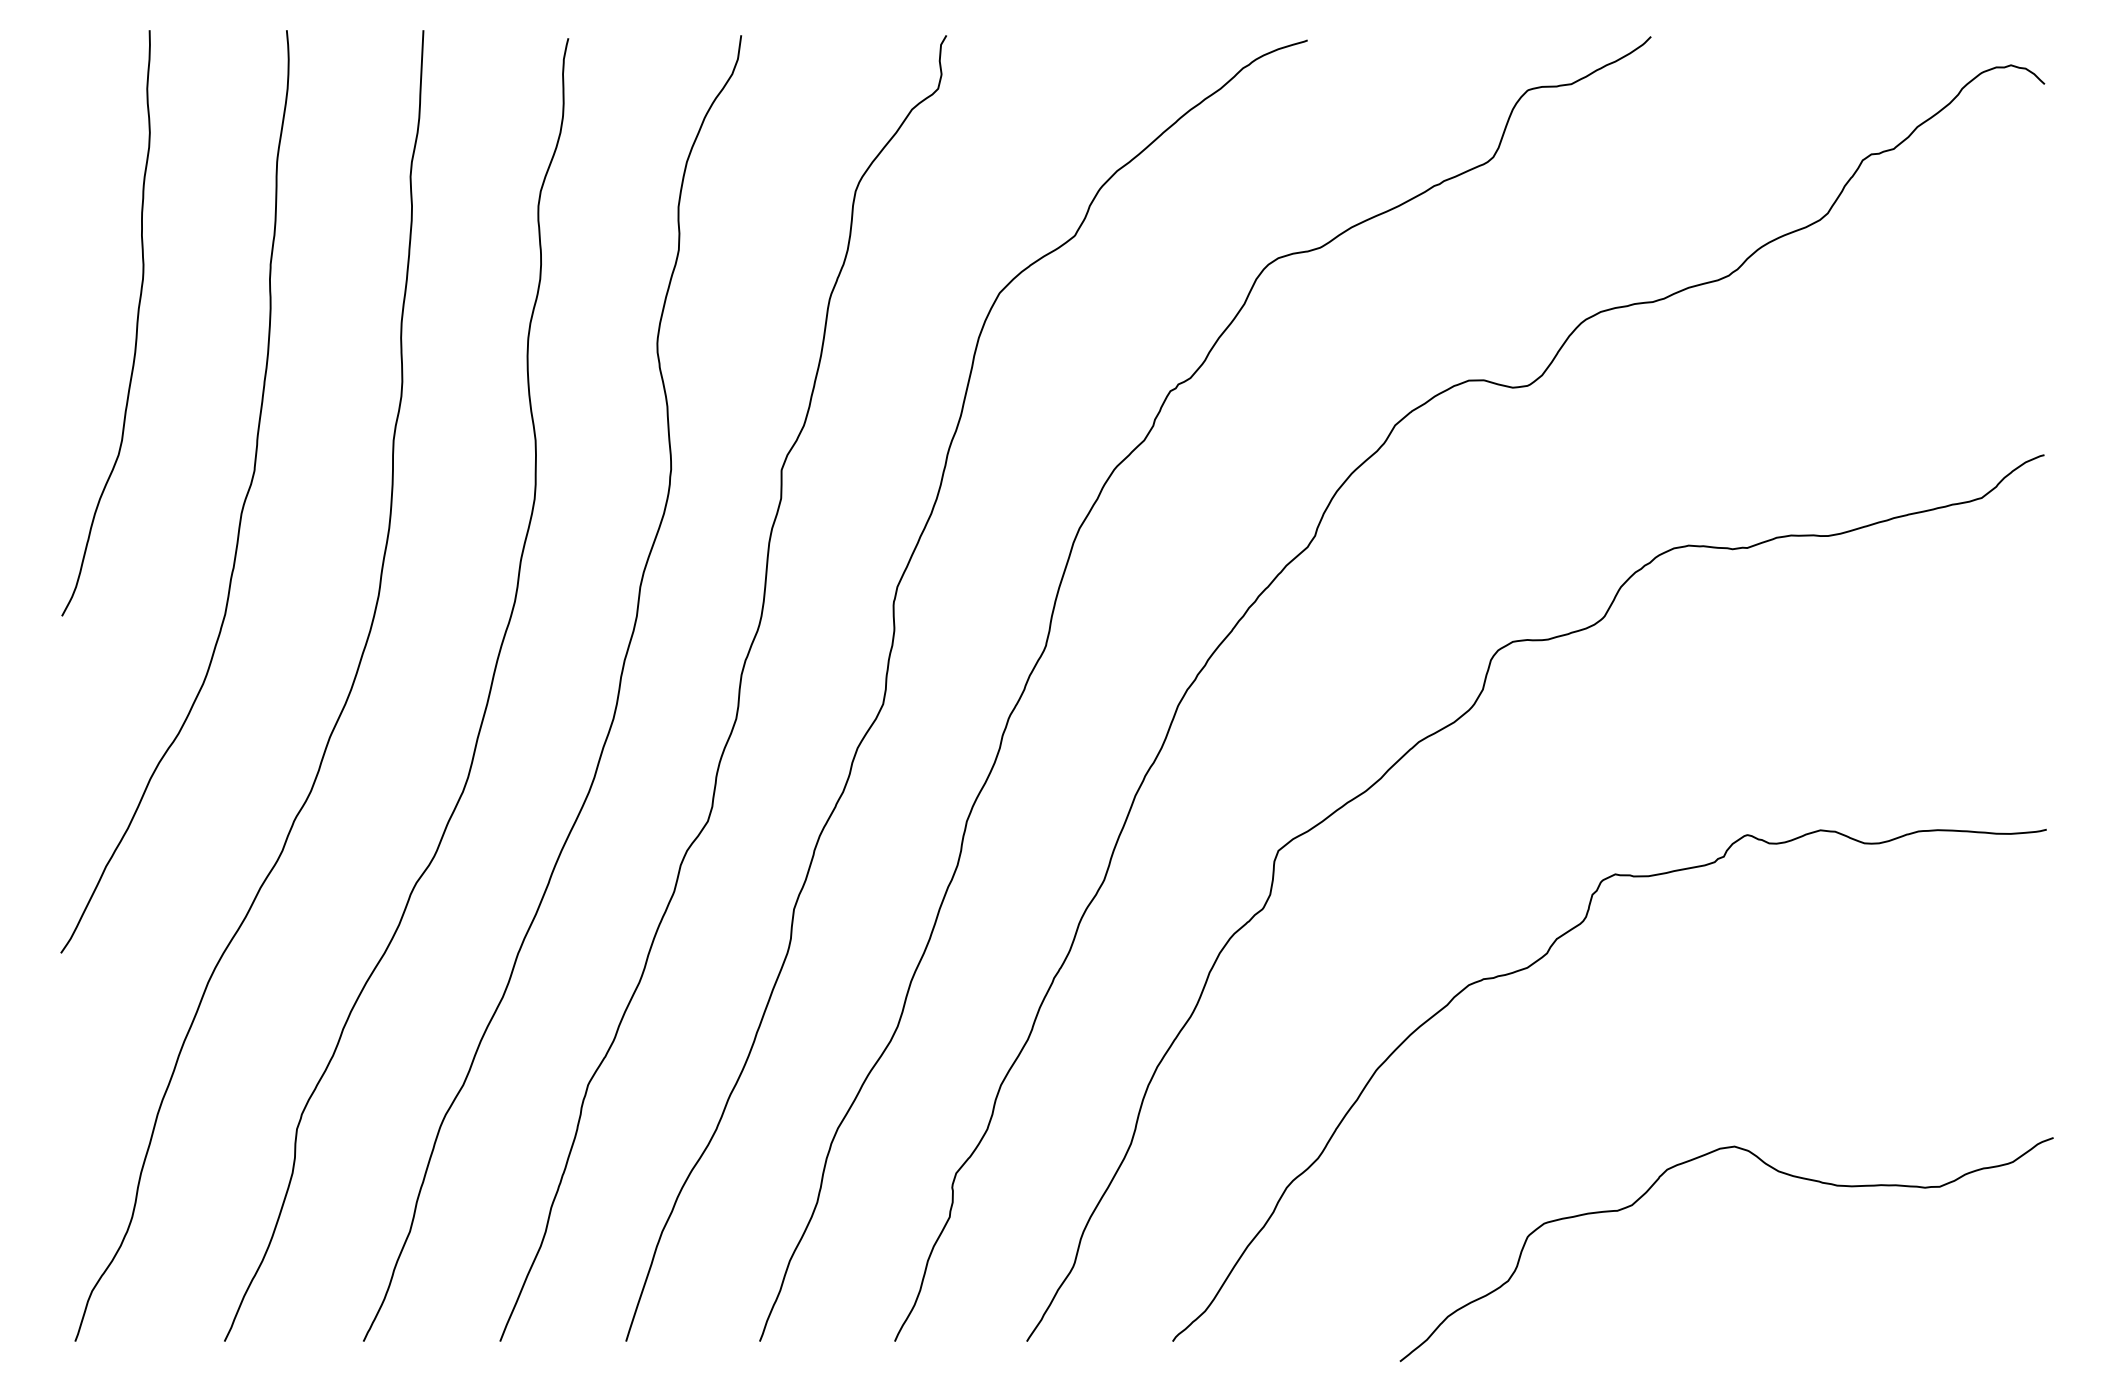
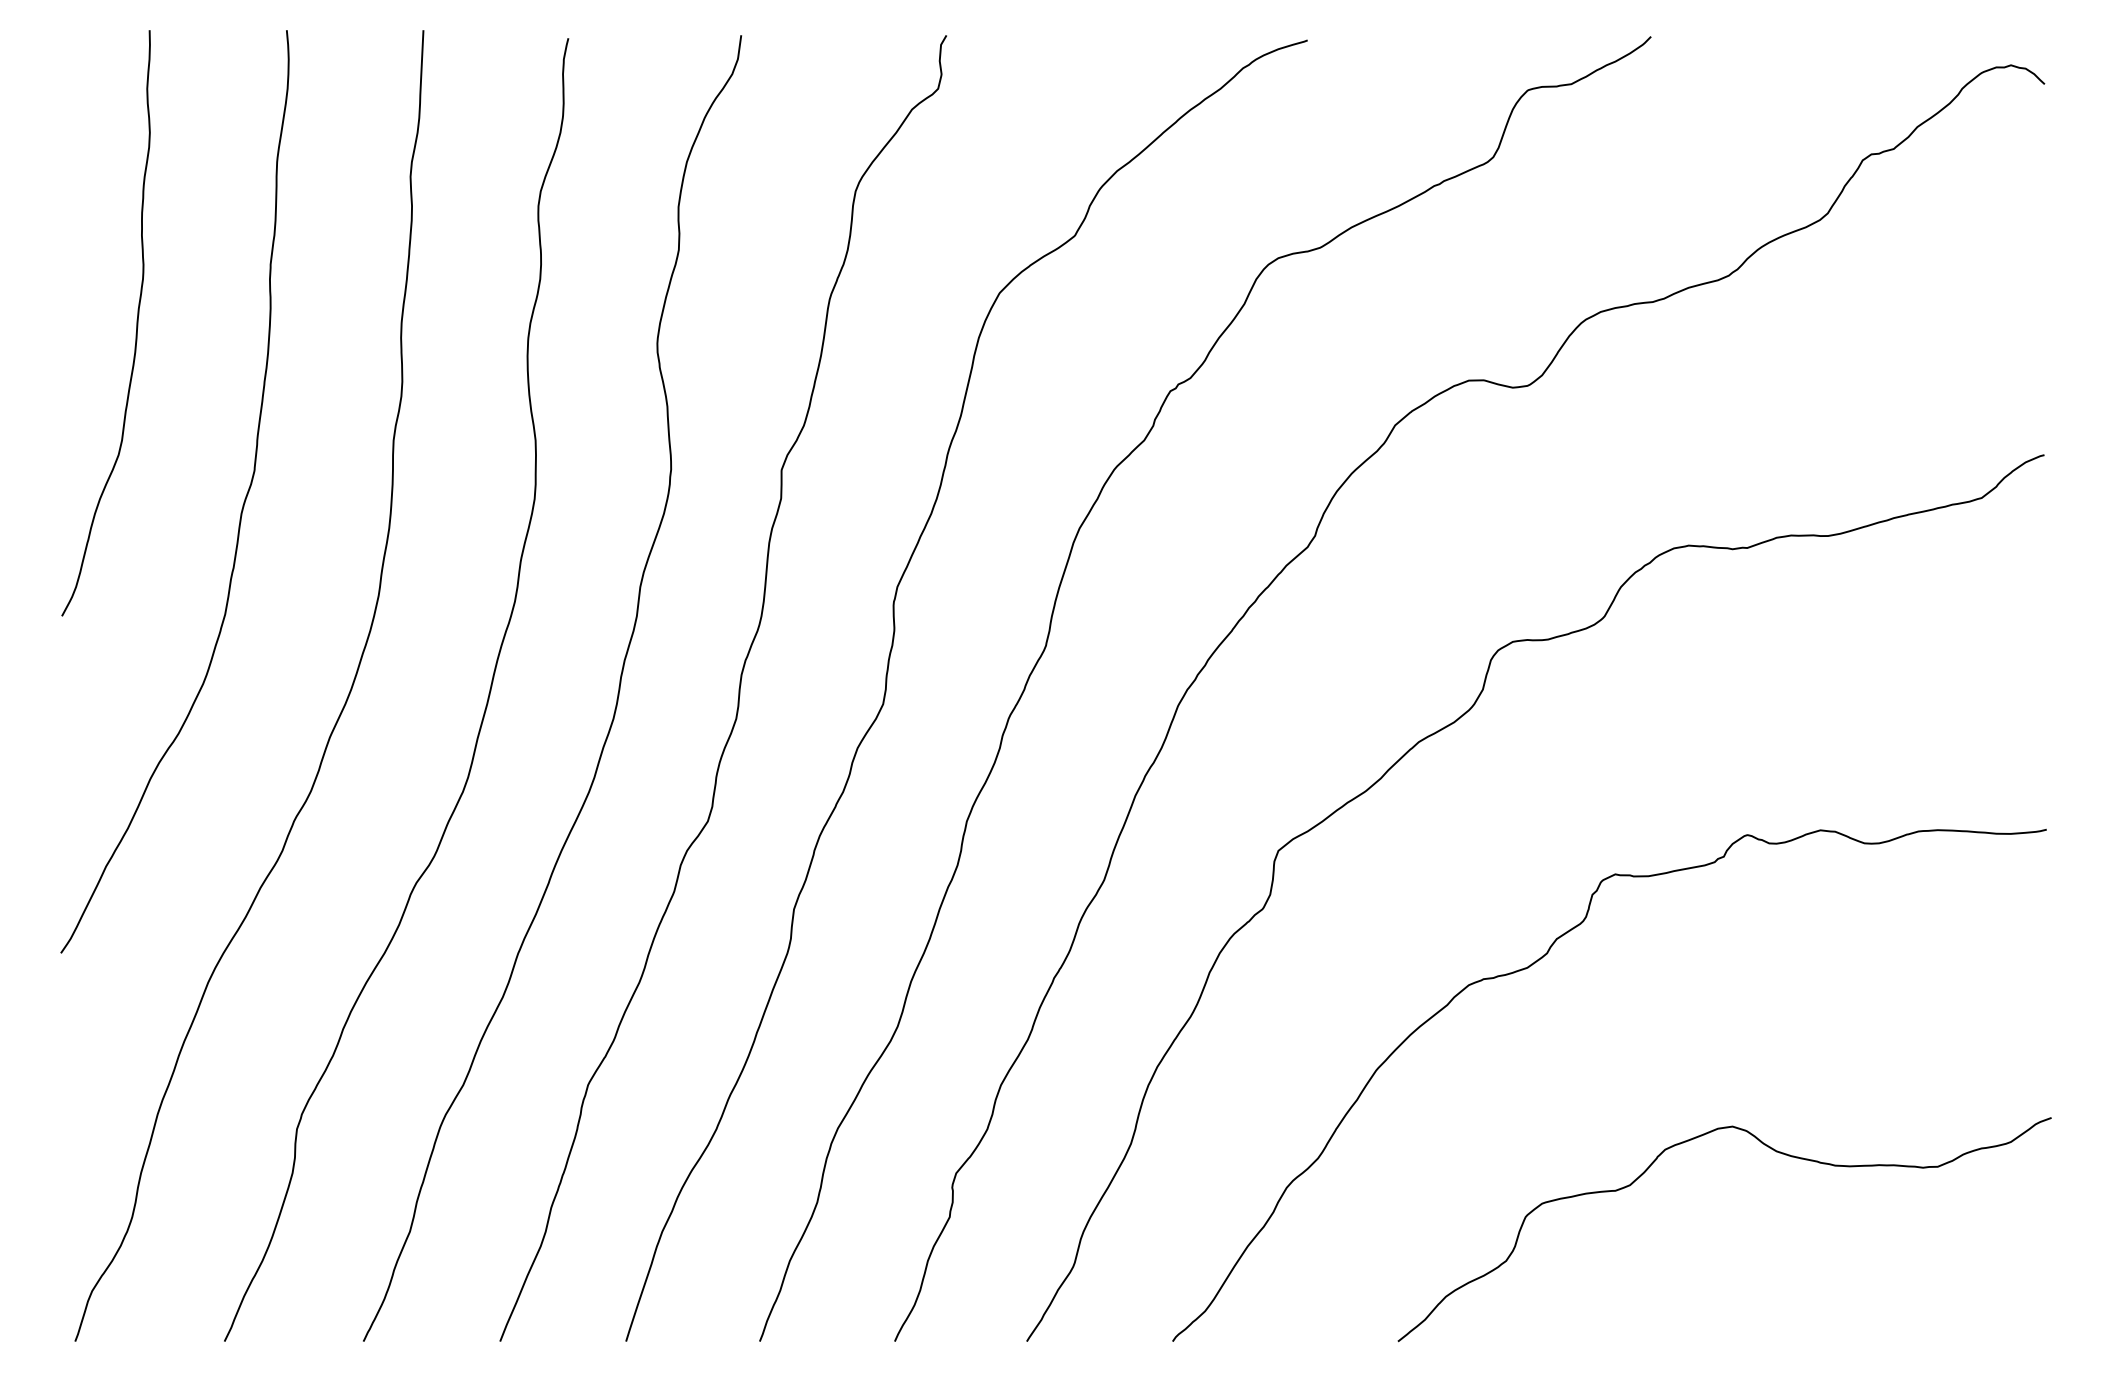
curve at (1776, 1171) position: (1776, 1171) -> (1774, 1151)
